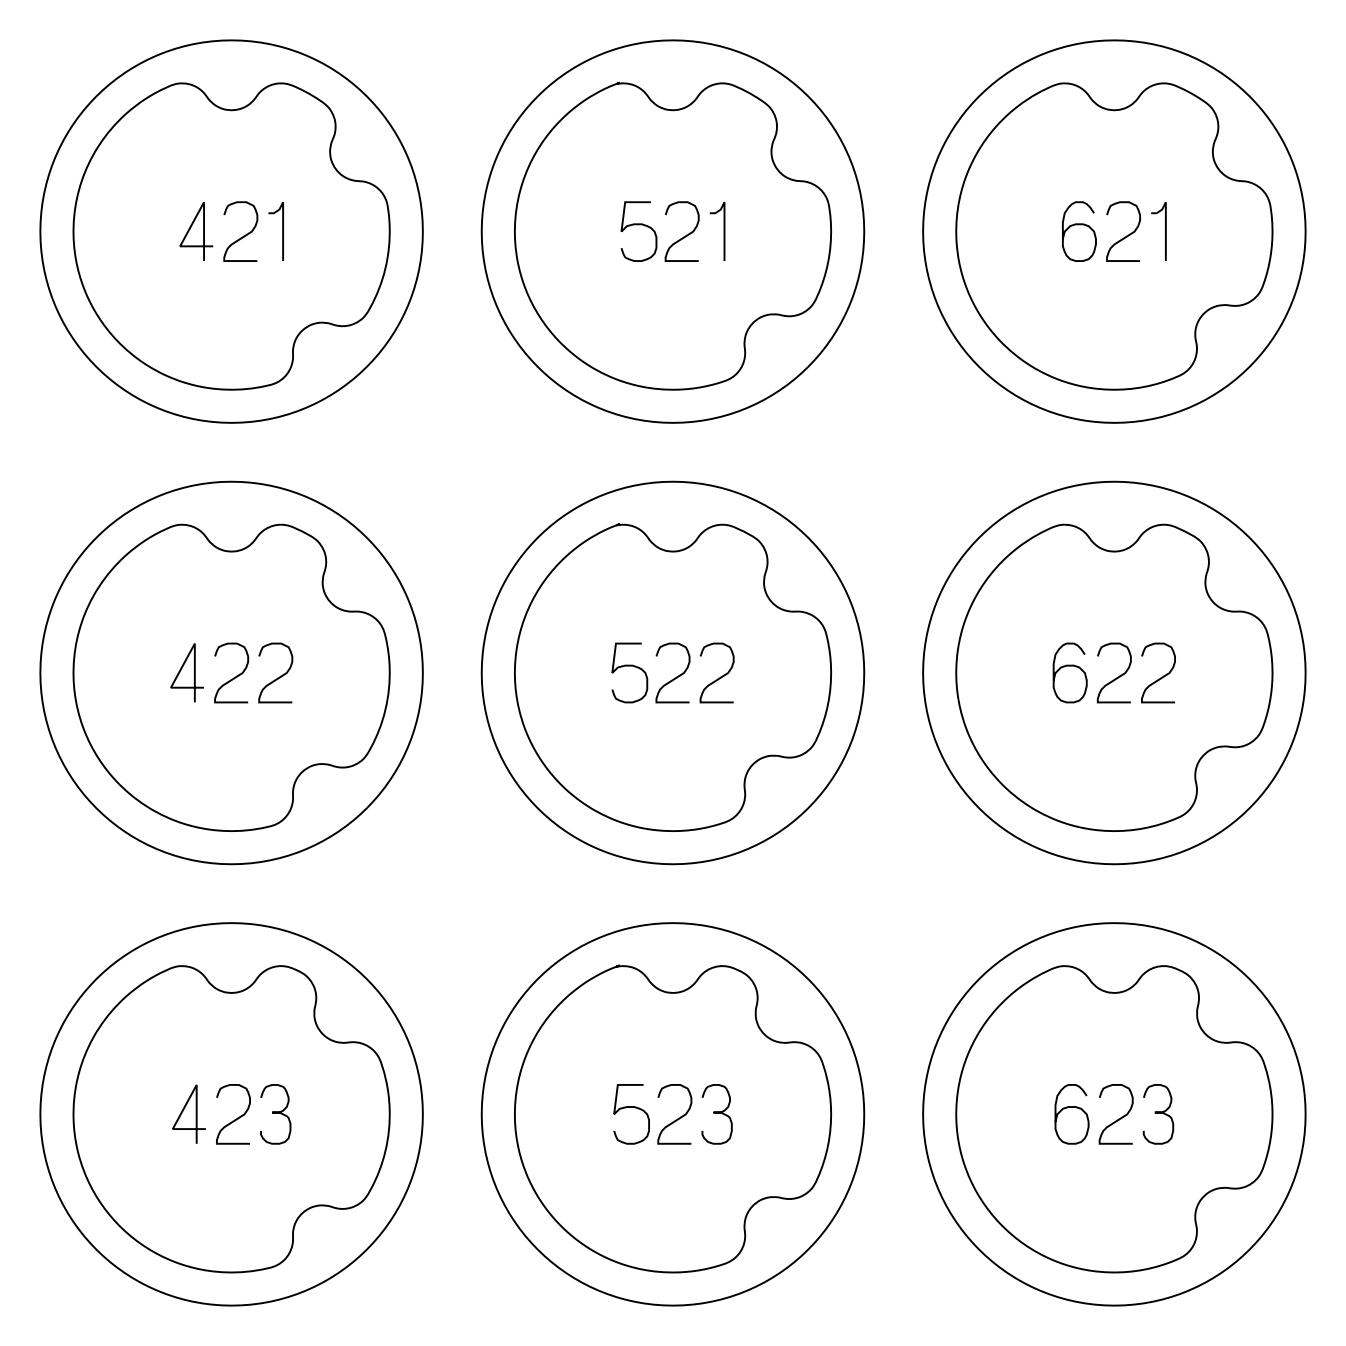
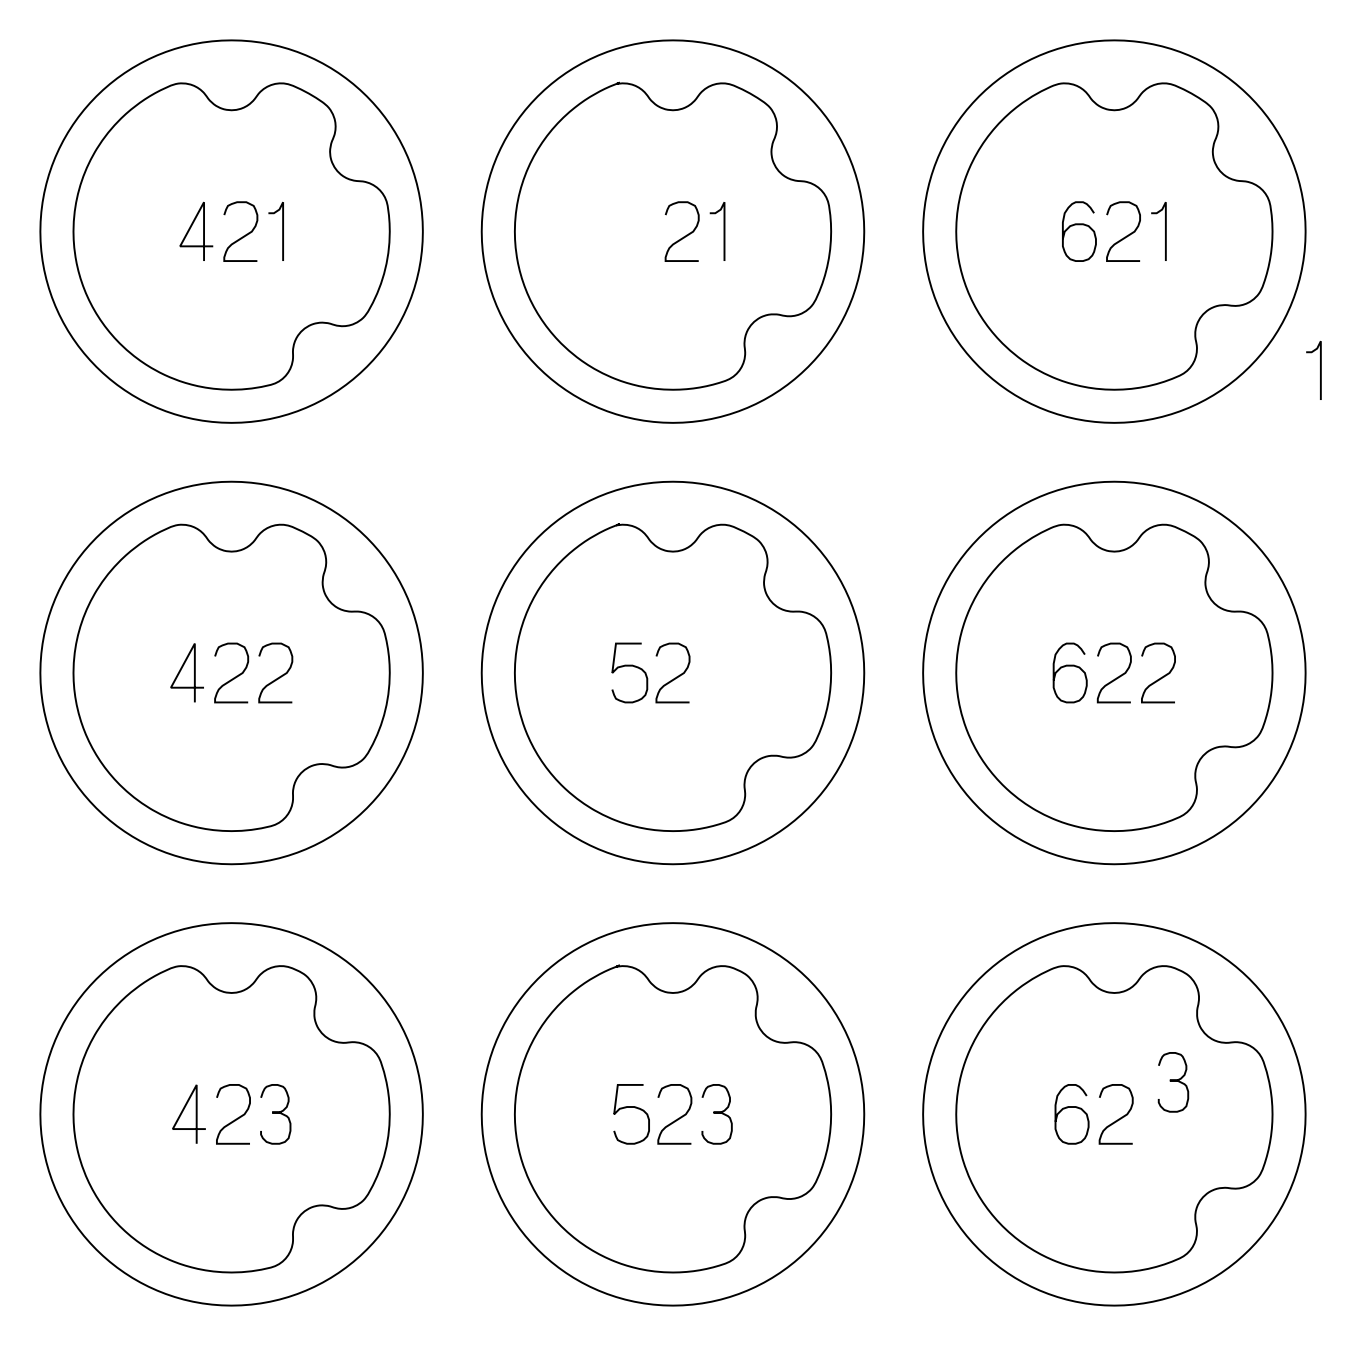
curve at (638, 225): present -> none
curve at (1320, 370): none -> present
curve at (720, 676): present -> none
curve at (1158, 1113) position: (1158, 1113) -> (1173, 1081)
